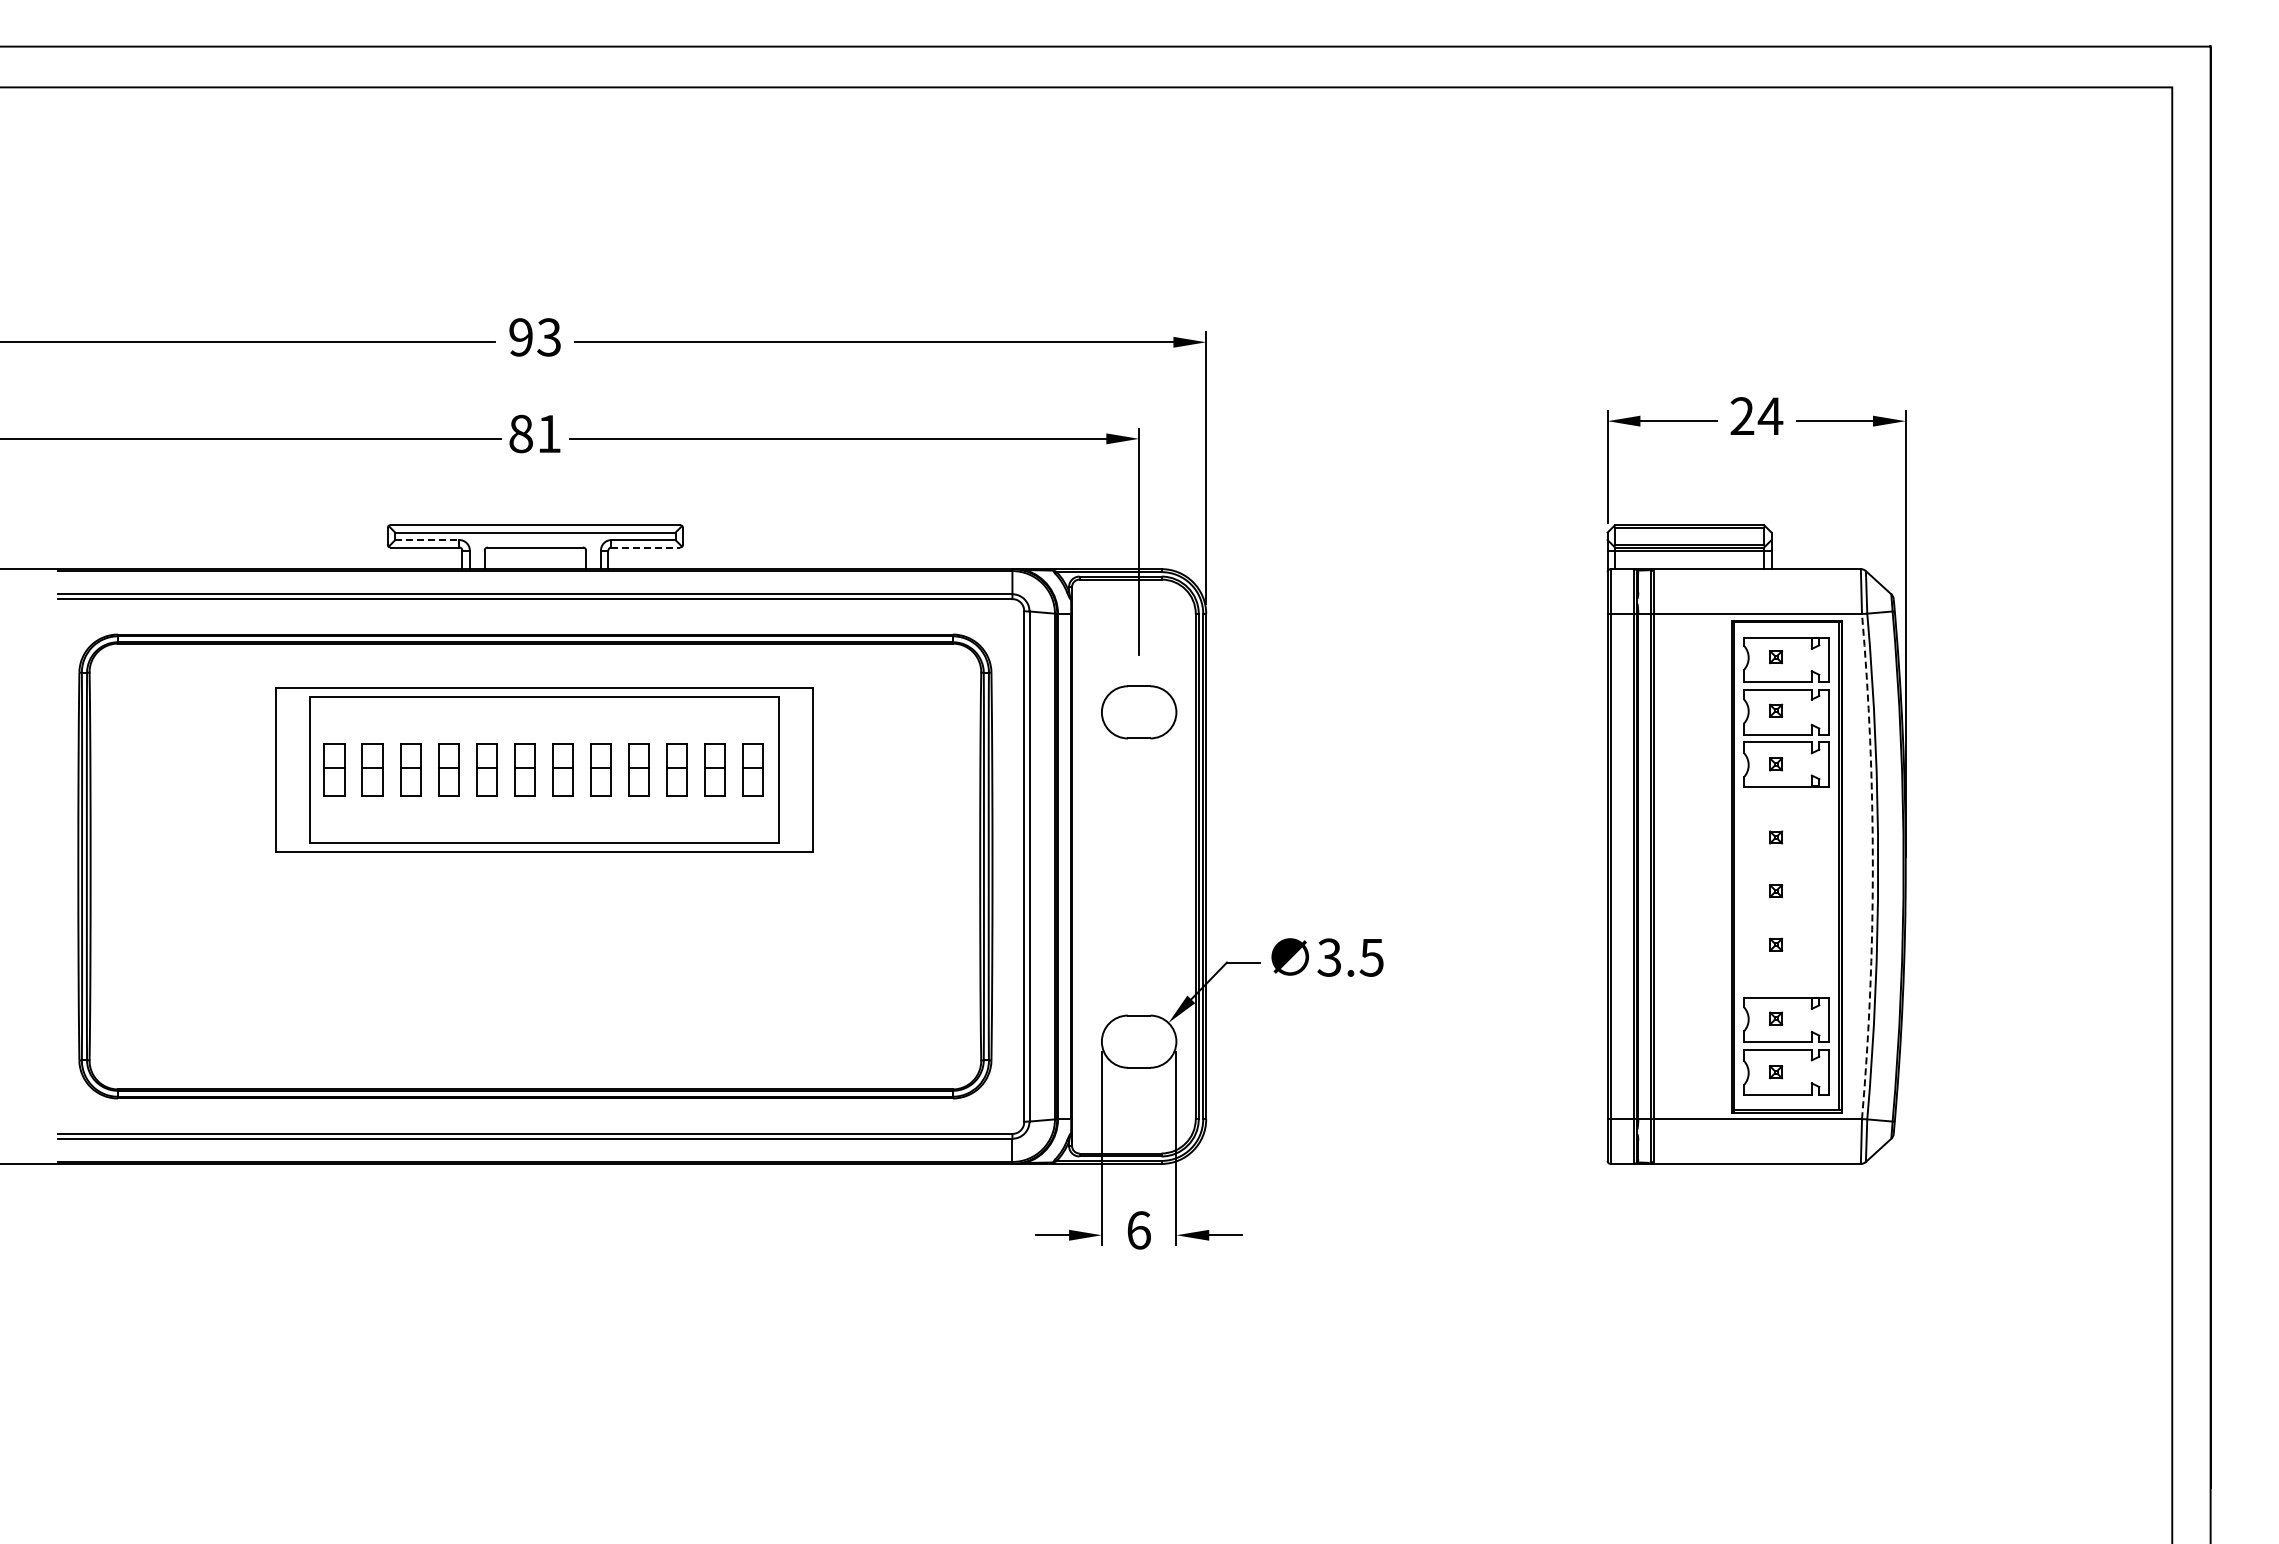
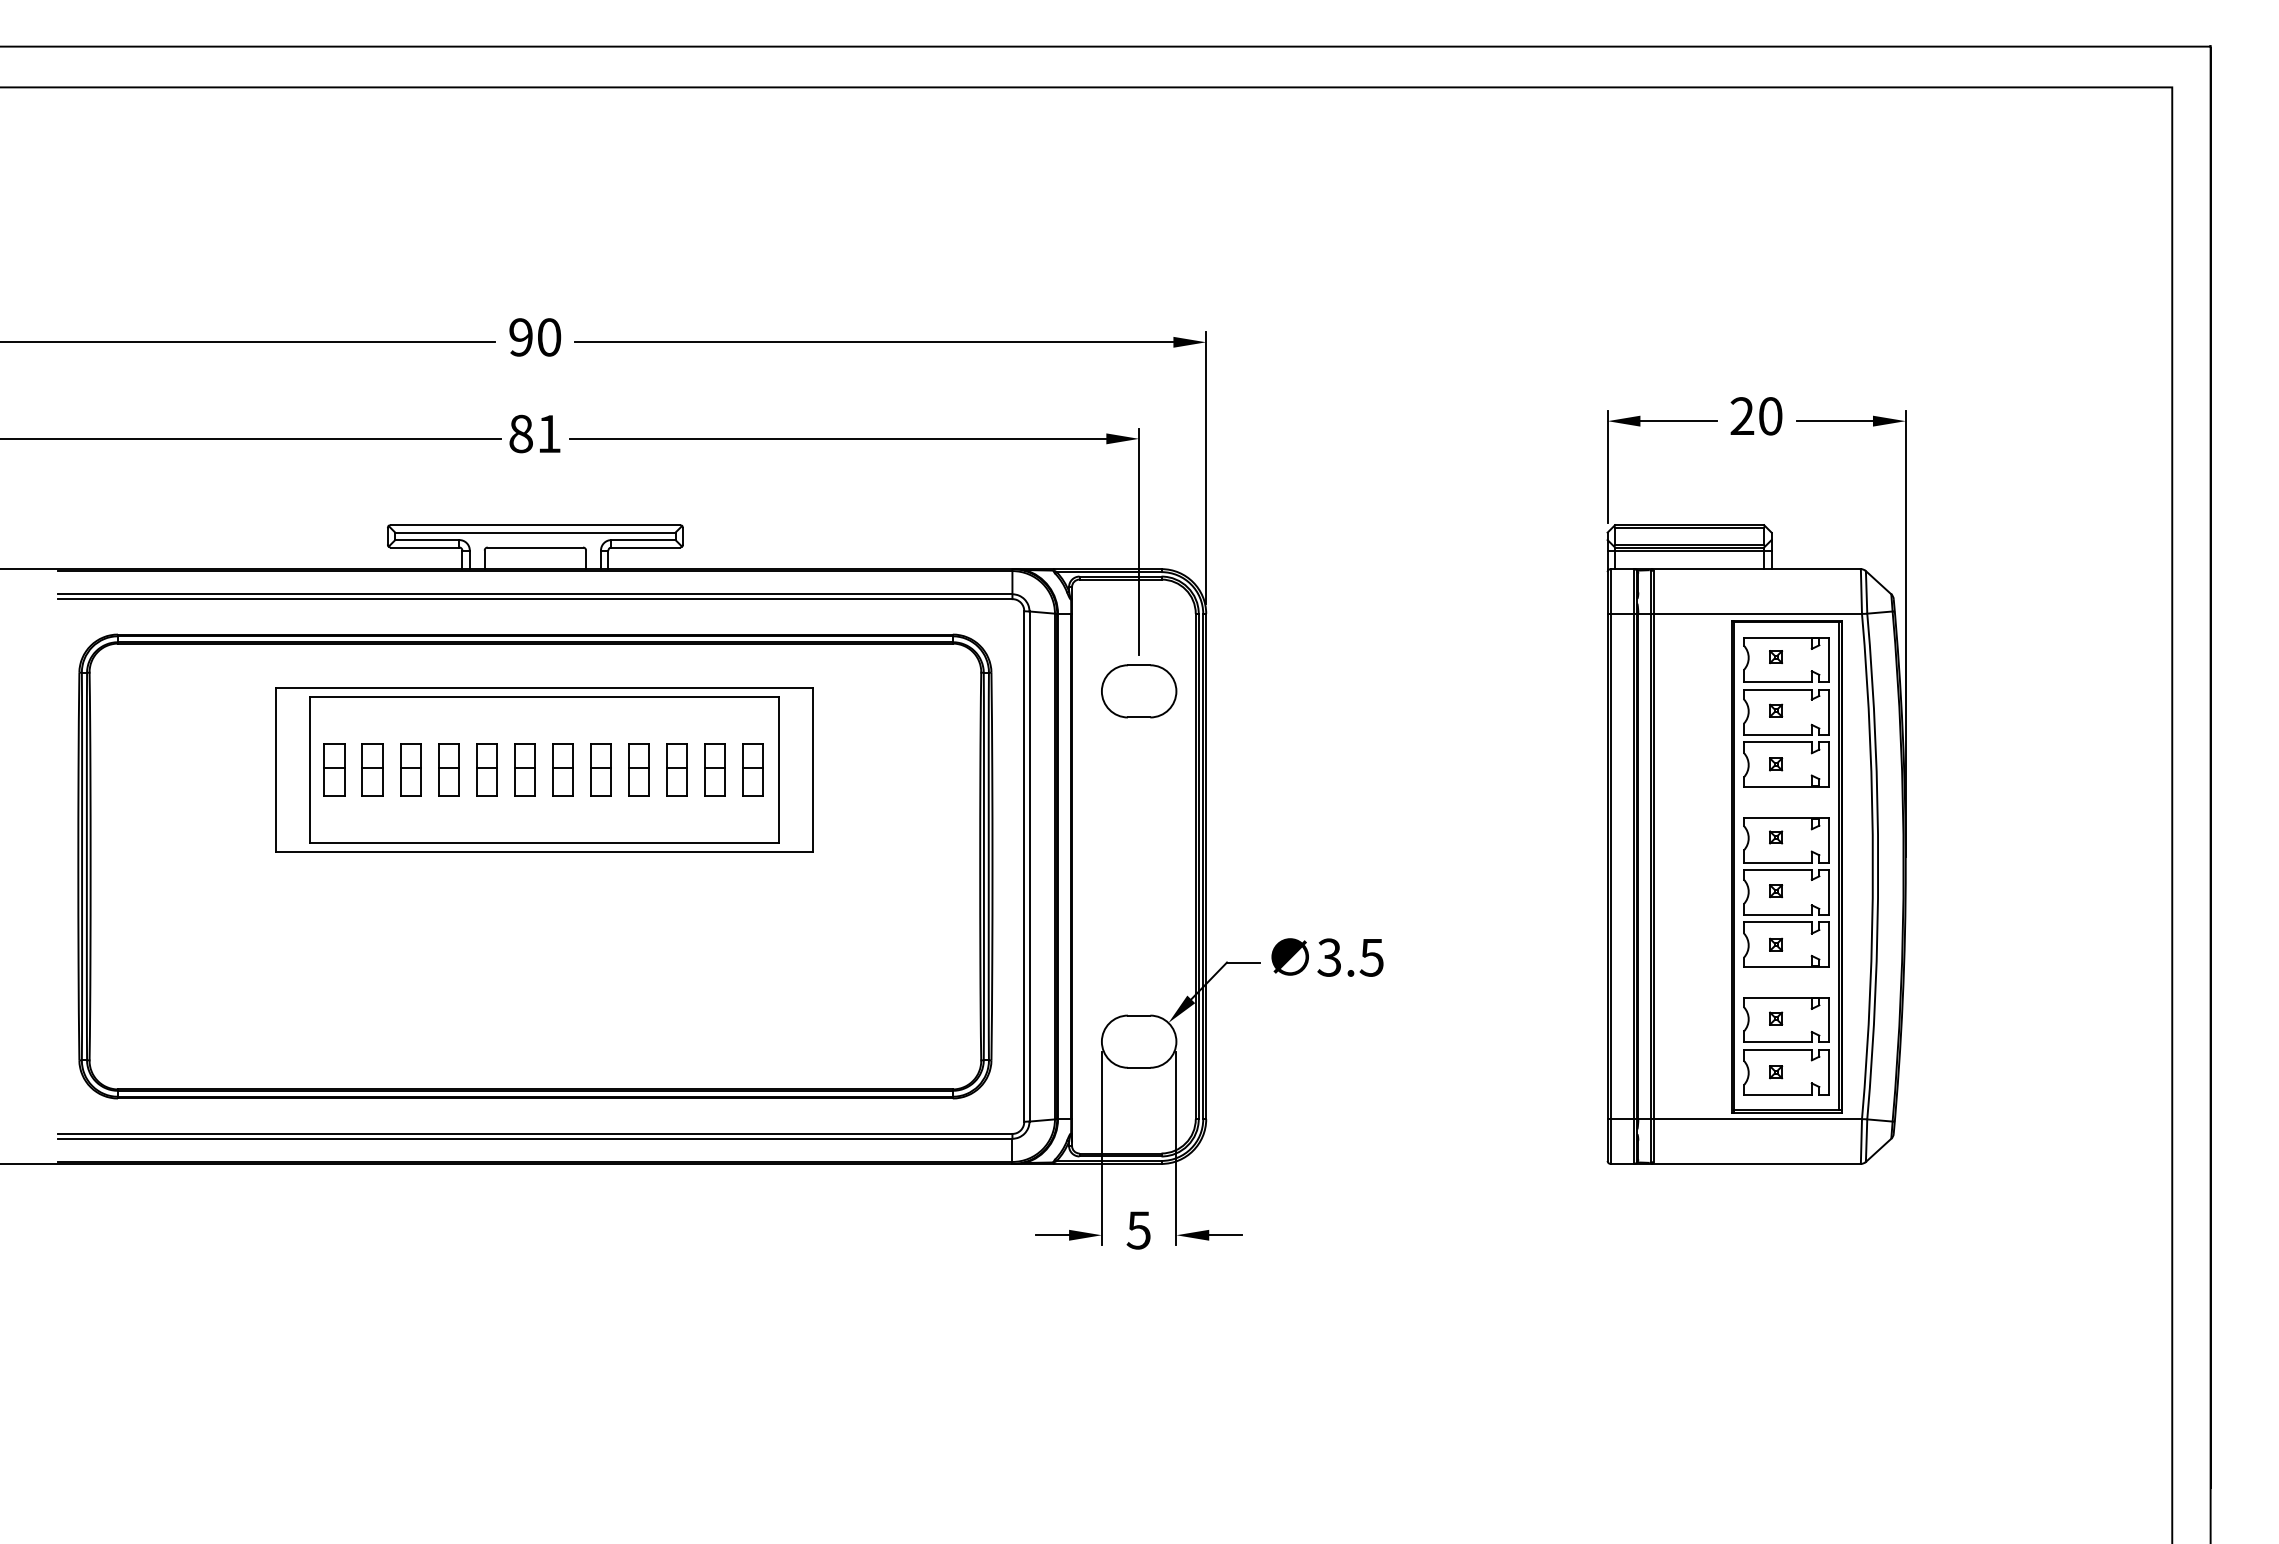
text at (549, 337): 93 -> 90
text at (1770, 416): 24 -> 20
line at (427, 540): dashed -> solid
line at (646, 547): dashed -> solid
part at (1139, 712) position: (1139, 712) -> (1139, 691)
arc at (1872, 866): dashed -> solid
part at (1786, 892): none -> present
text at (1138, 1230): 6 -> 5
